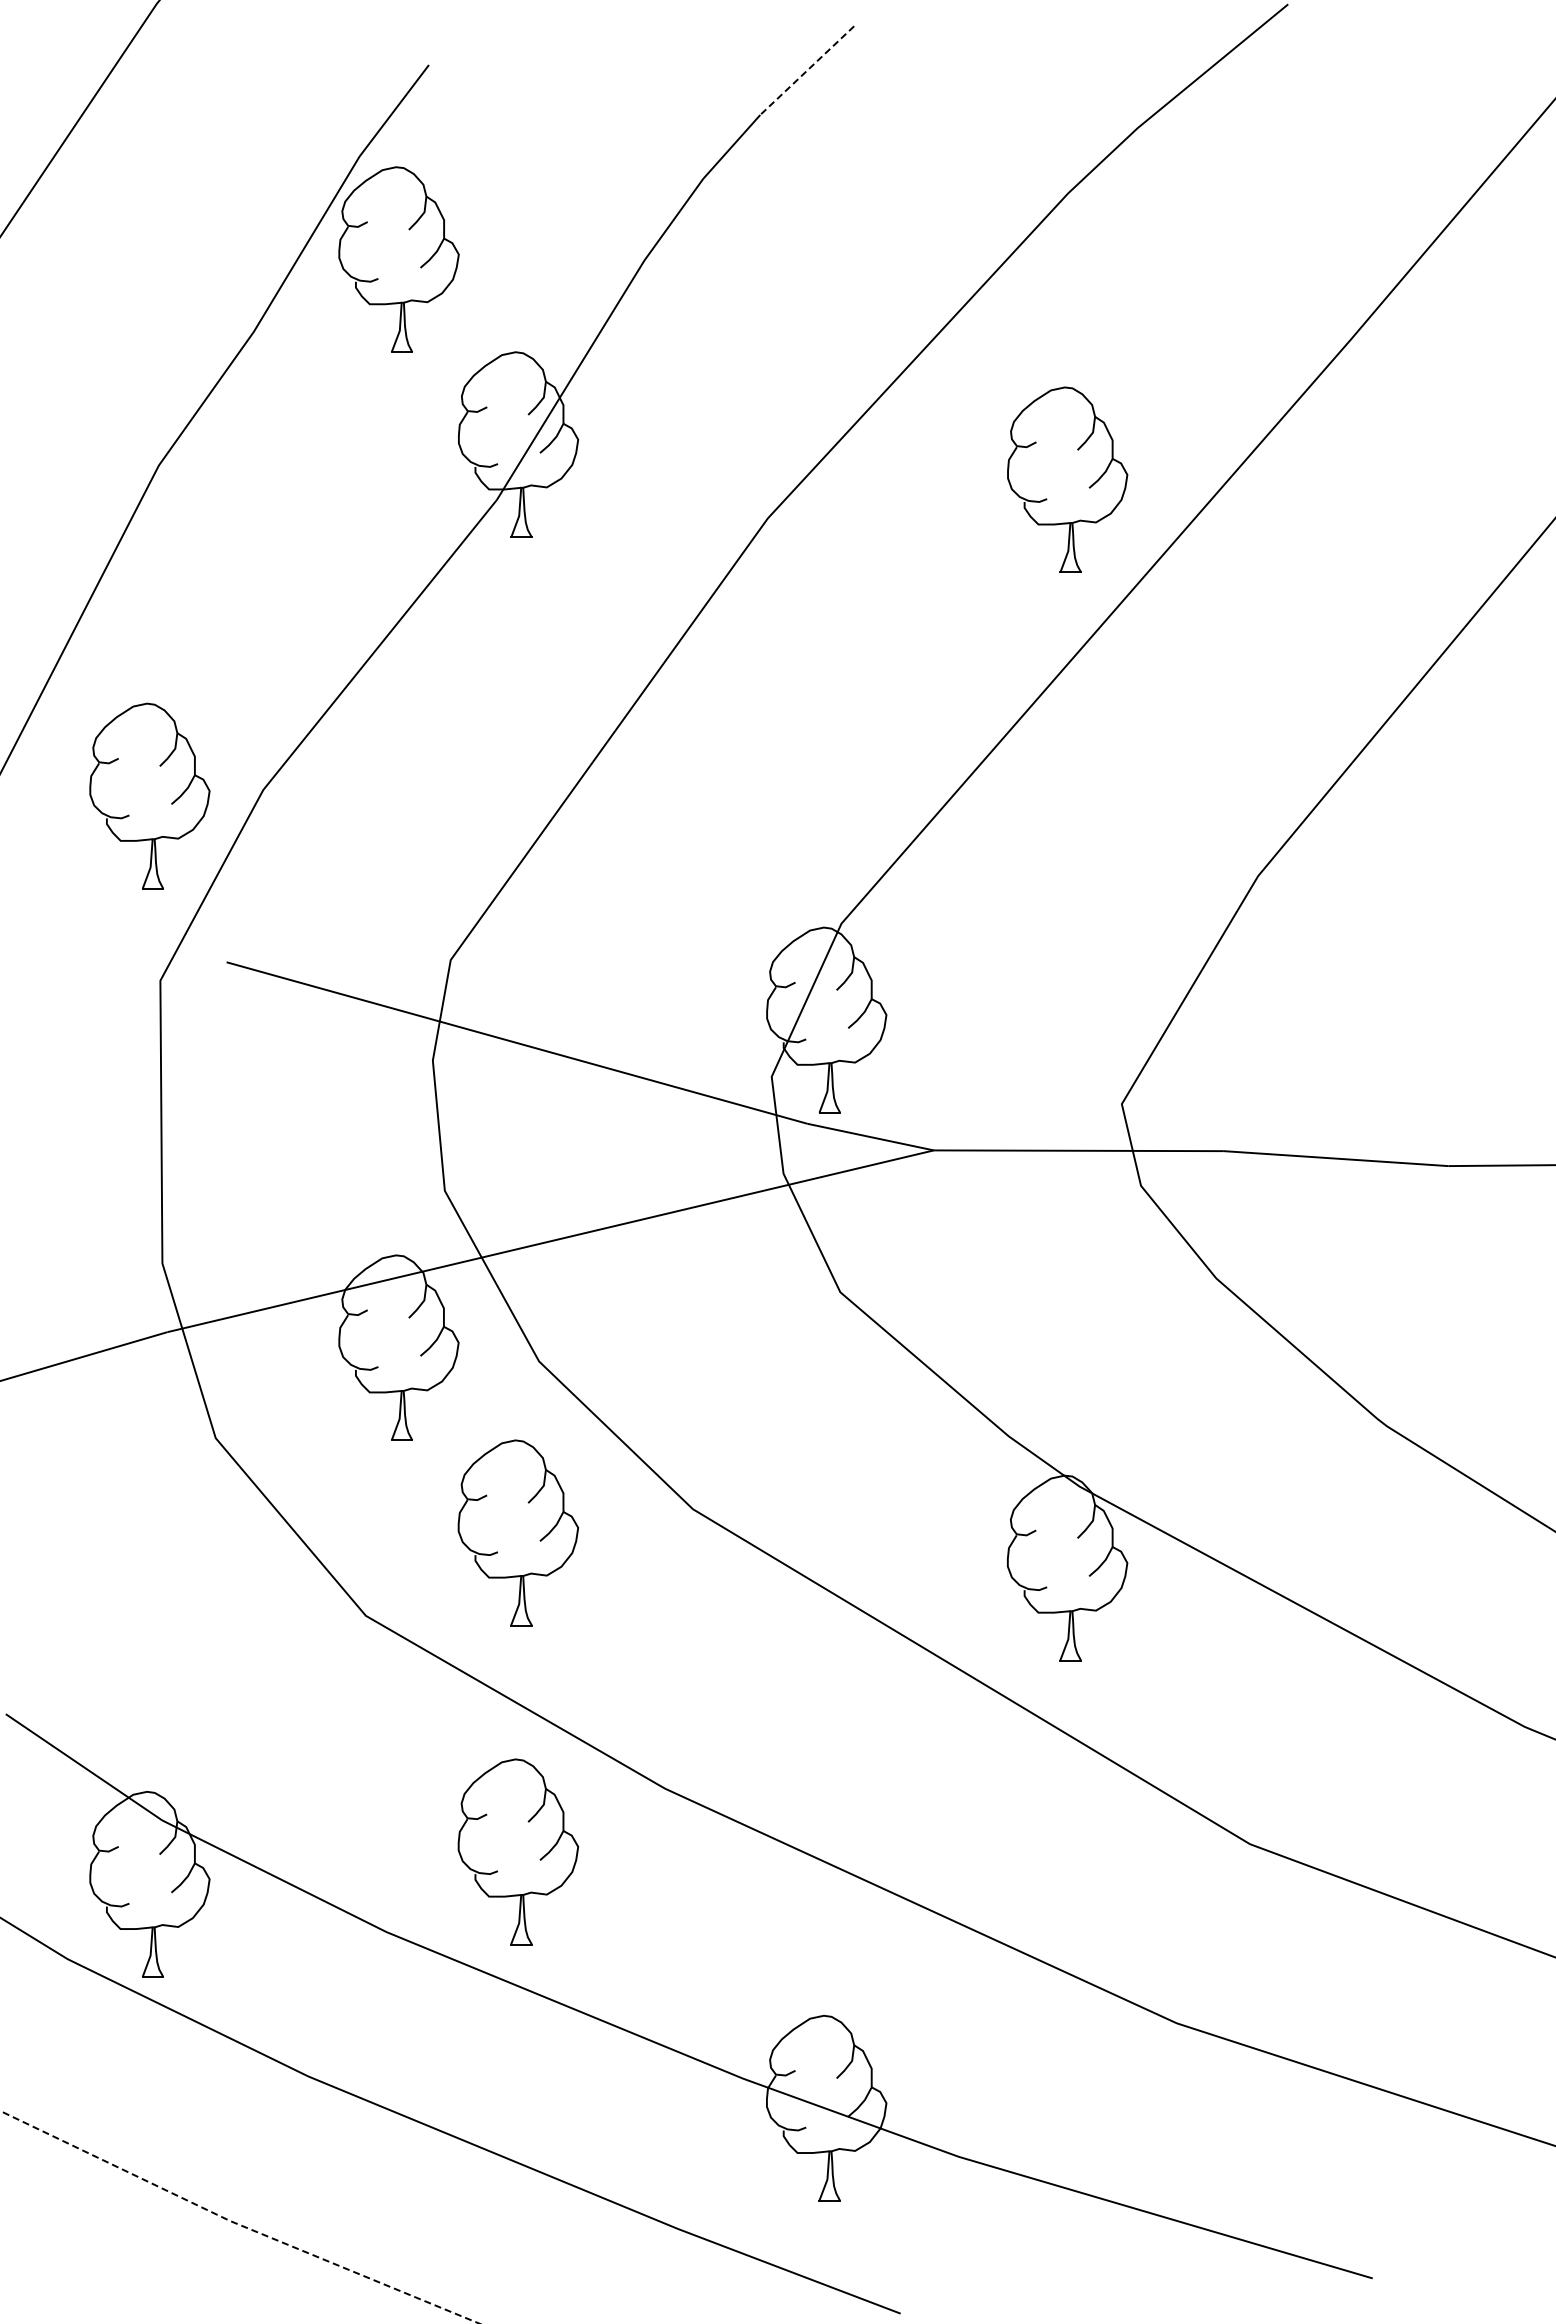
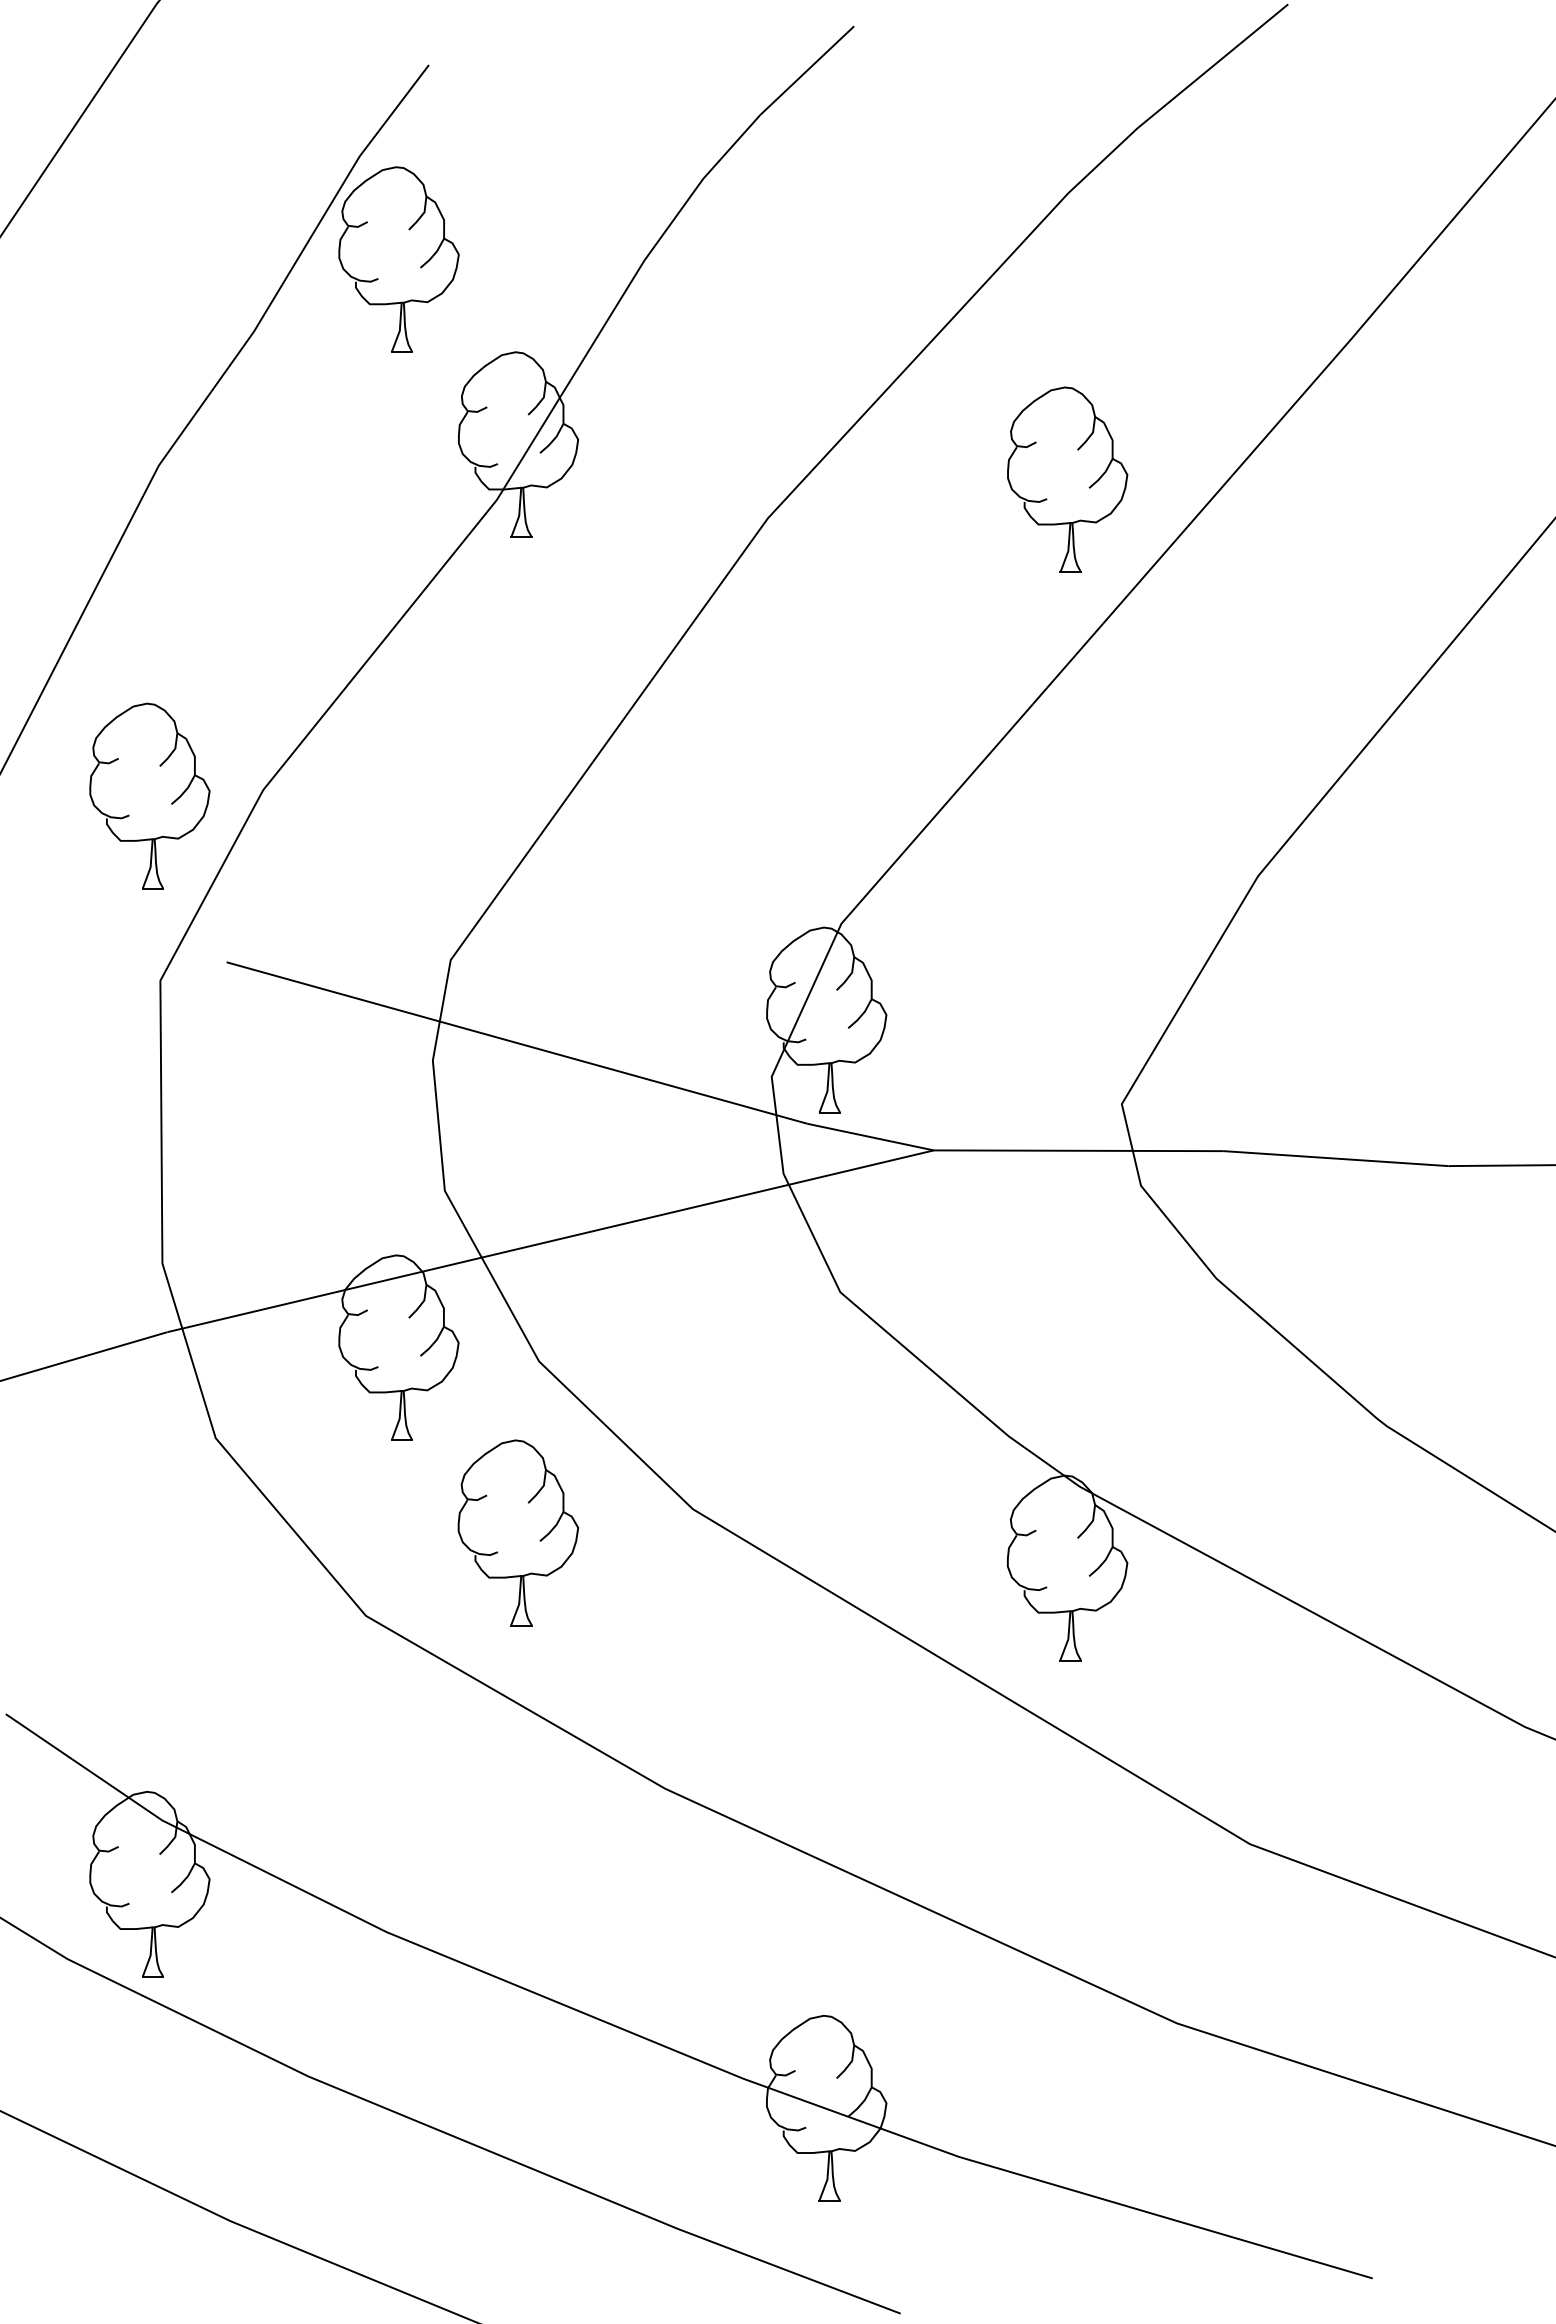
line at (807, 70): dashed -> solid
part at (517, 1851): present -> none
line at (236, 2223): dashed -> solid
